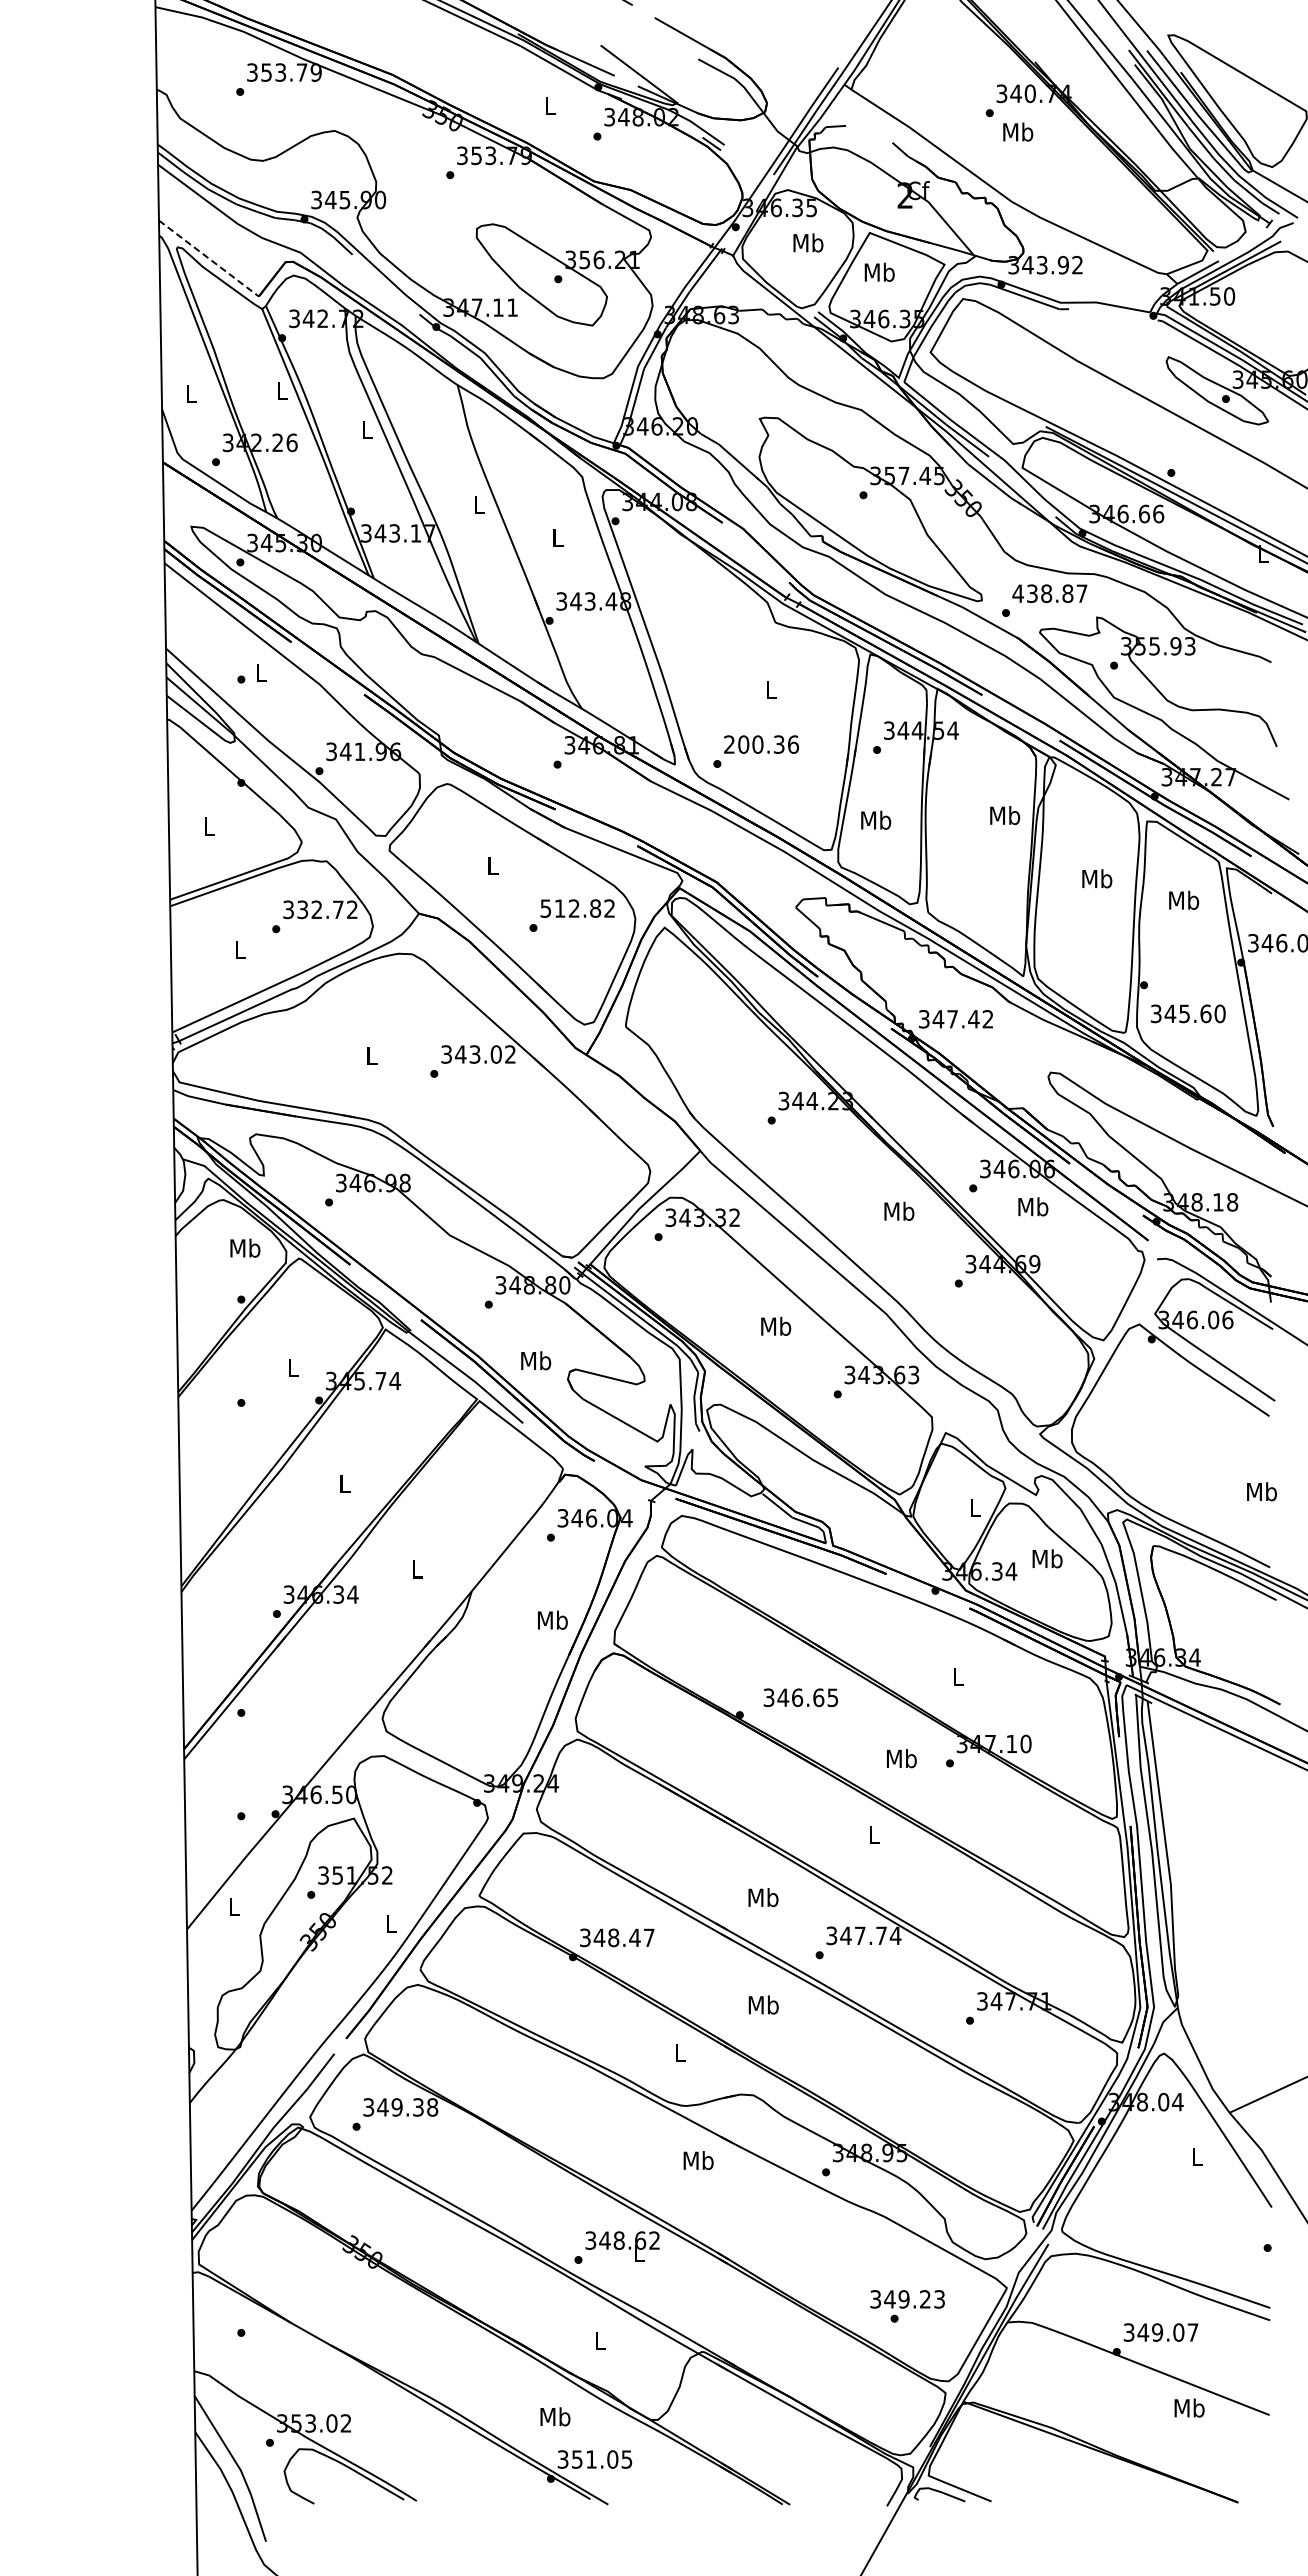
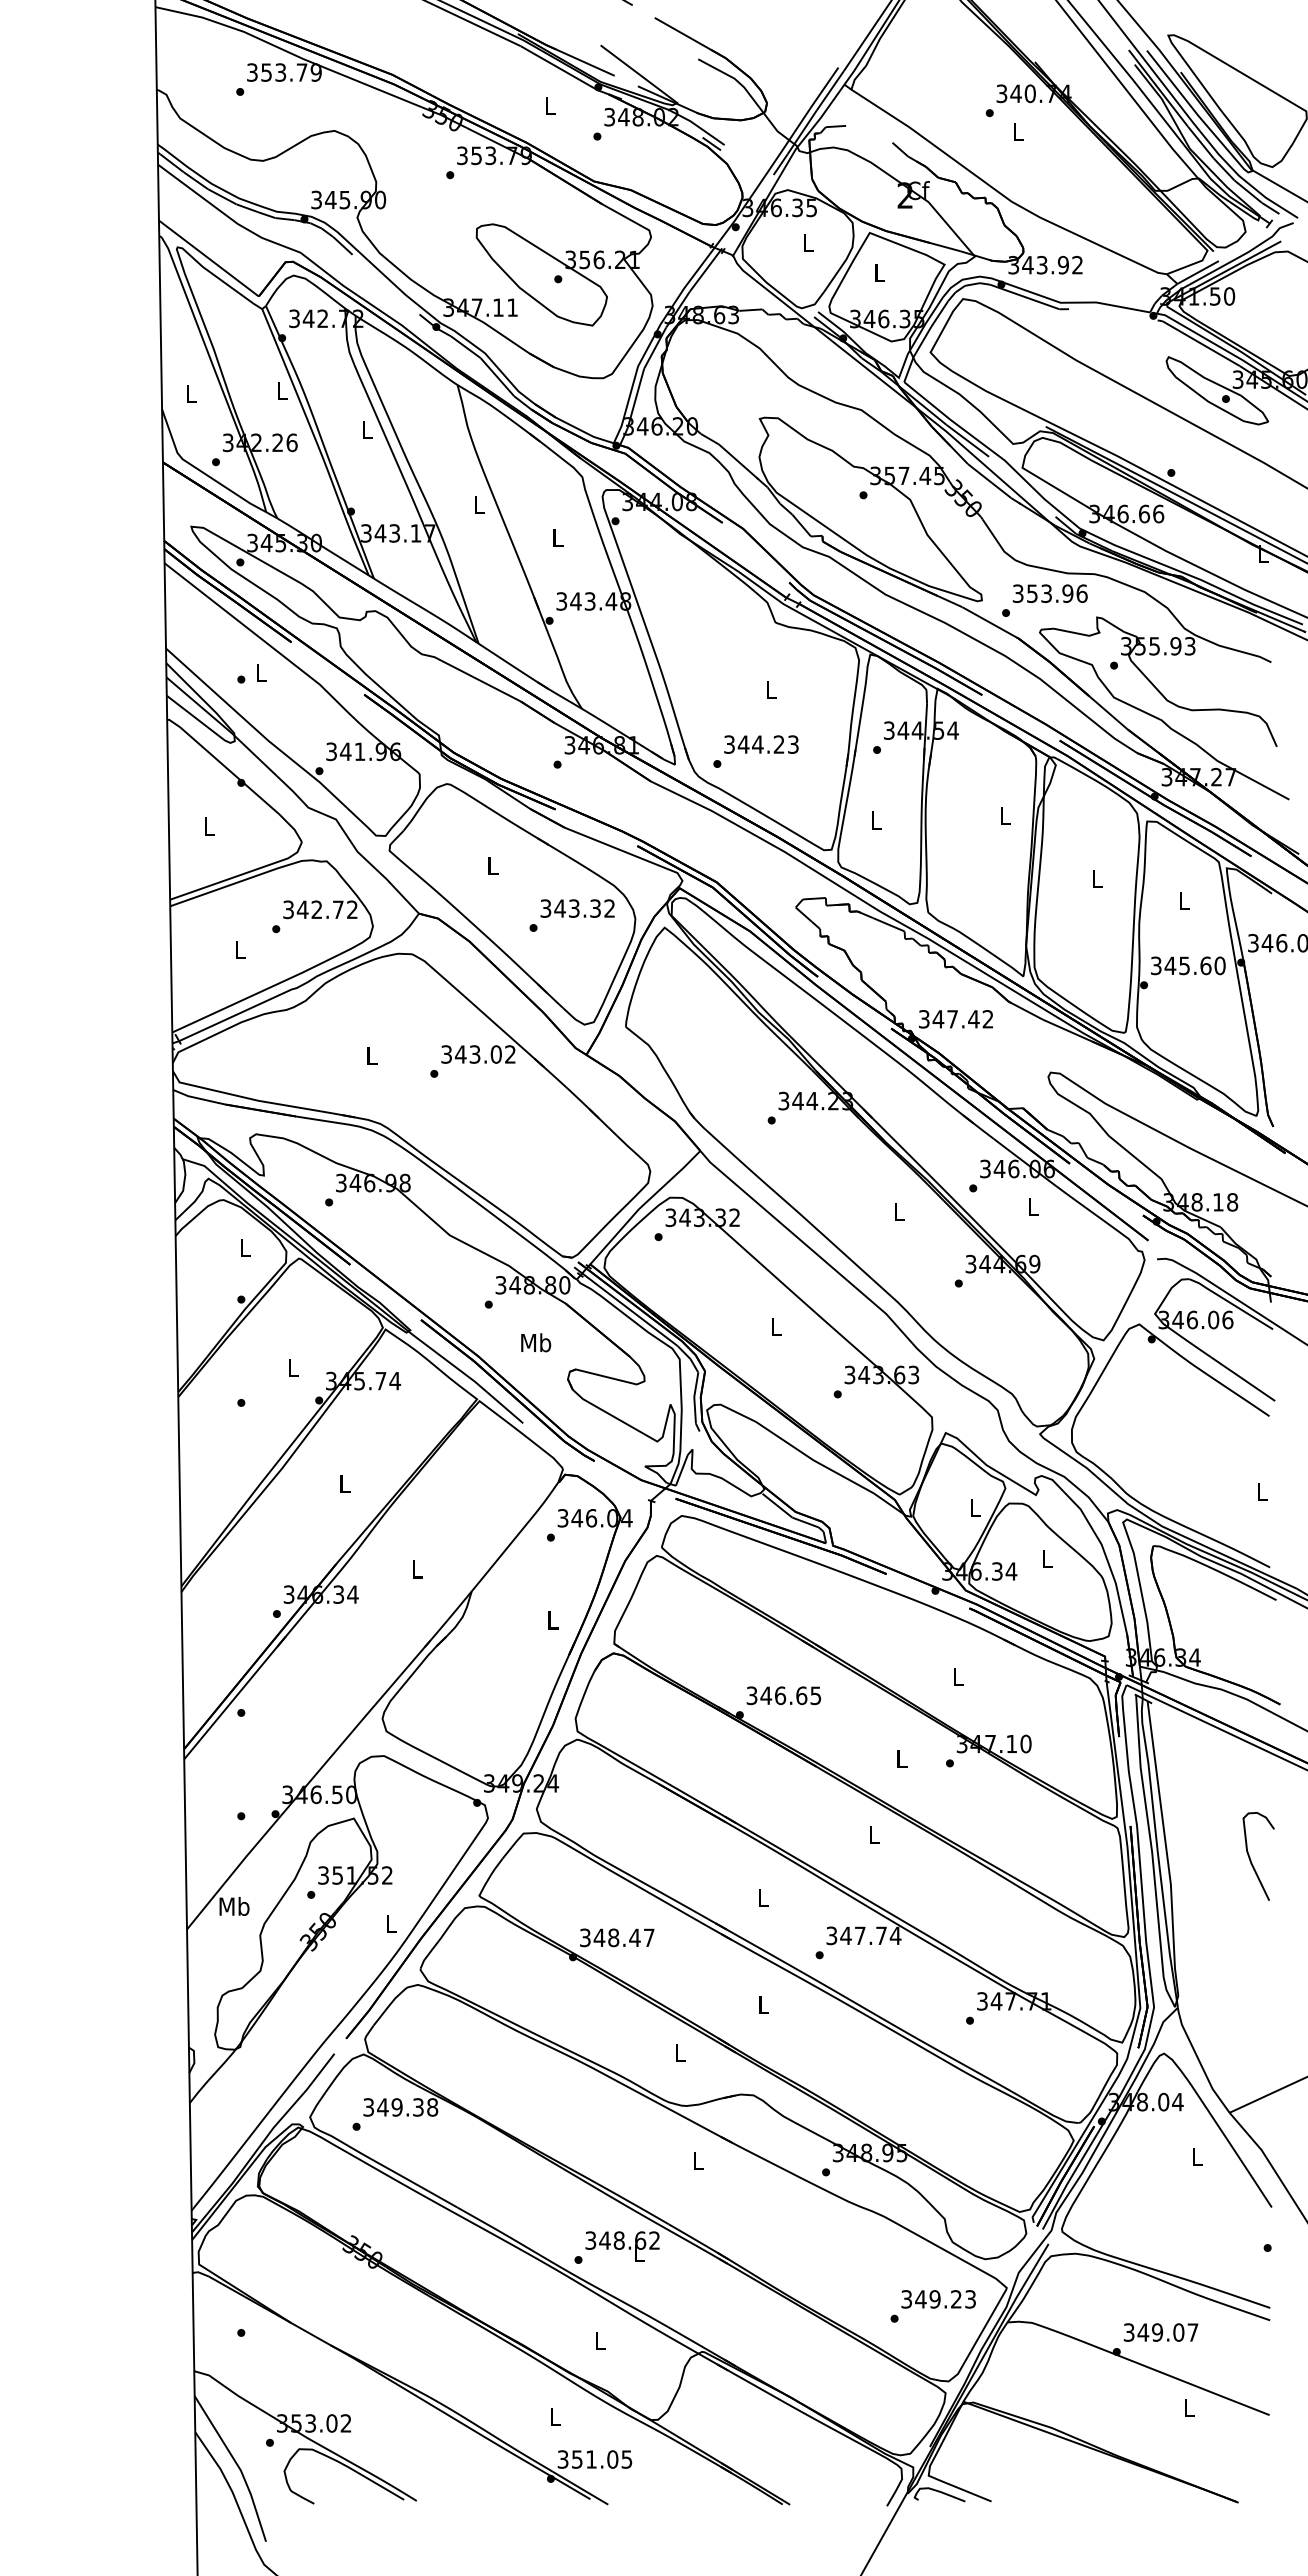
text at (1018, 131): Mb -> L
text at (808, 242): Mb -> L
line at (208, 258): dashed -> solid
text at (879, 271): Mb -> L
text at (1049, 593): 438.87 -> 353.96
text at (761, 744): 200.36 -> 344.23
text at (1005, 815): Mb -> L
text at (876, 819): Mb -> L
text at (1097, 878): Mb -> L
text at (1184, 899): Mb -> L
text at (571, 908): 512.82 -> 343.32
text at (302, 909): 332.72 -> 342.72
text at (1188, 1013) position: (1188, 1013) -> (1188, 965)
text at (1033, 1206): Mb -> L
text at (899, 1210): Mb -> L
text at (245, 1247): Mb -> L
text at (776, 1325): Mb -> L
text at (536, 1360) position: (536, 1360) -> (536, 1342)
text at (1261, 1491): Mb -> L
text at (1047, 1558): Mb -> L
text at (552, 1619): Mb -> L
text at (800, 1697) position: (800, 1697) -> (783, 1695)
text at (901, 1758): Mb -> L
curve at (1250, 1857): none -> present
text at (763, 1897): Mb -> L
text at (234, 1905): L -> Mb
text at (763, 2004): Mb -> L
text at (698, 2160): Mb -> L
text at (907, 2299) position: (907, 2299) -> (938, 2299)
text at (1189, 2407): Mb -> L
text at (555, 2416): Mb -> L
